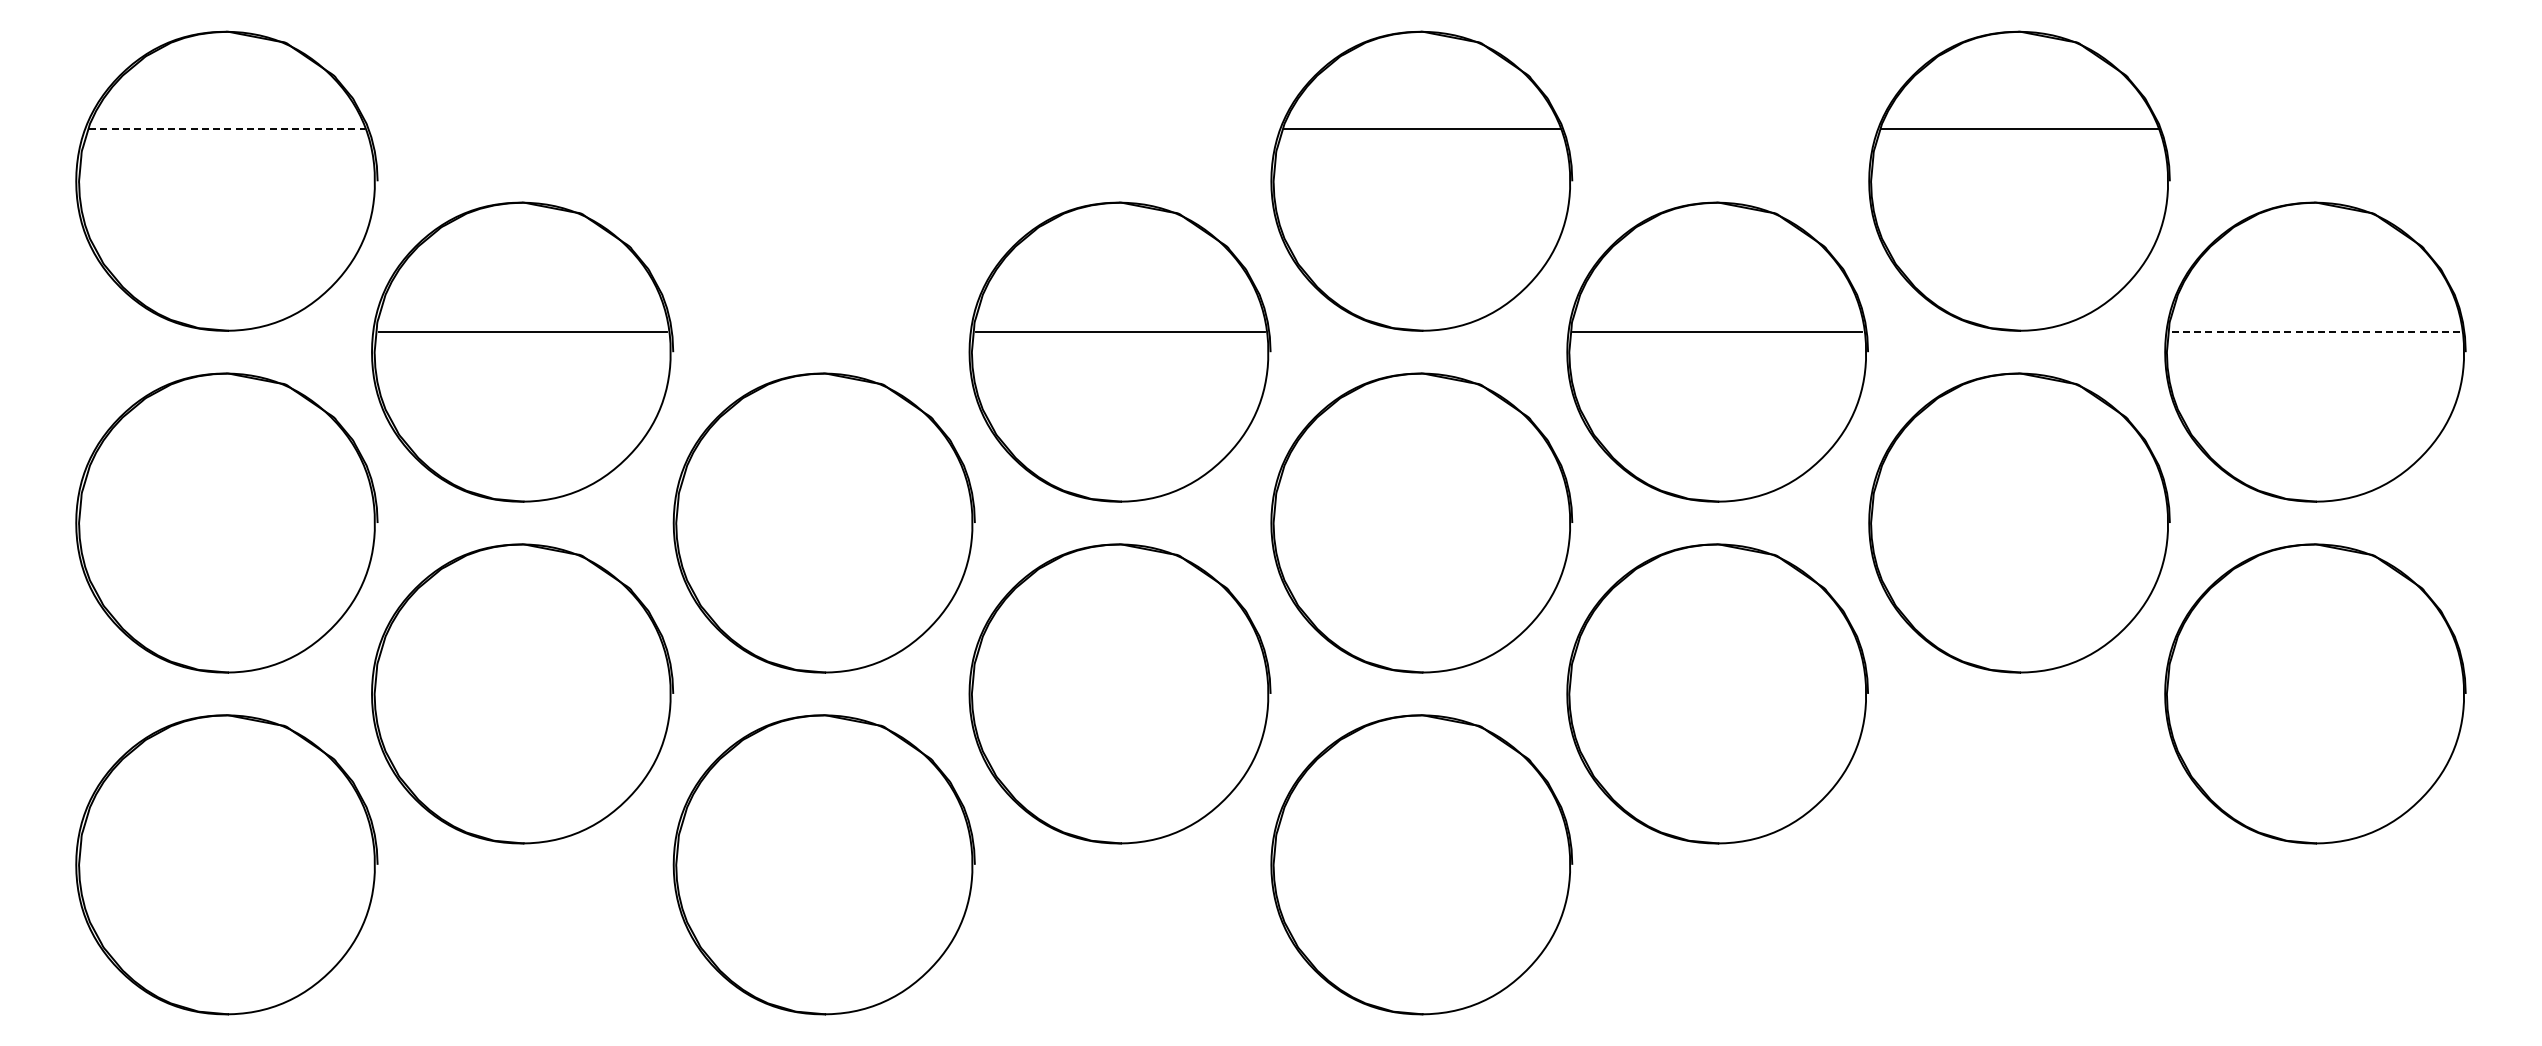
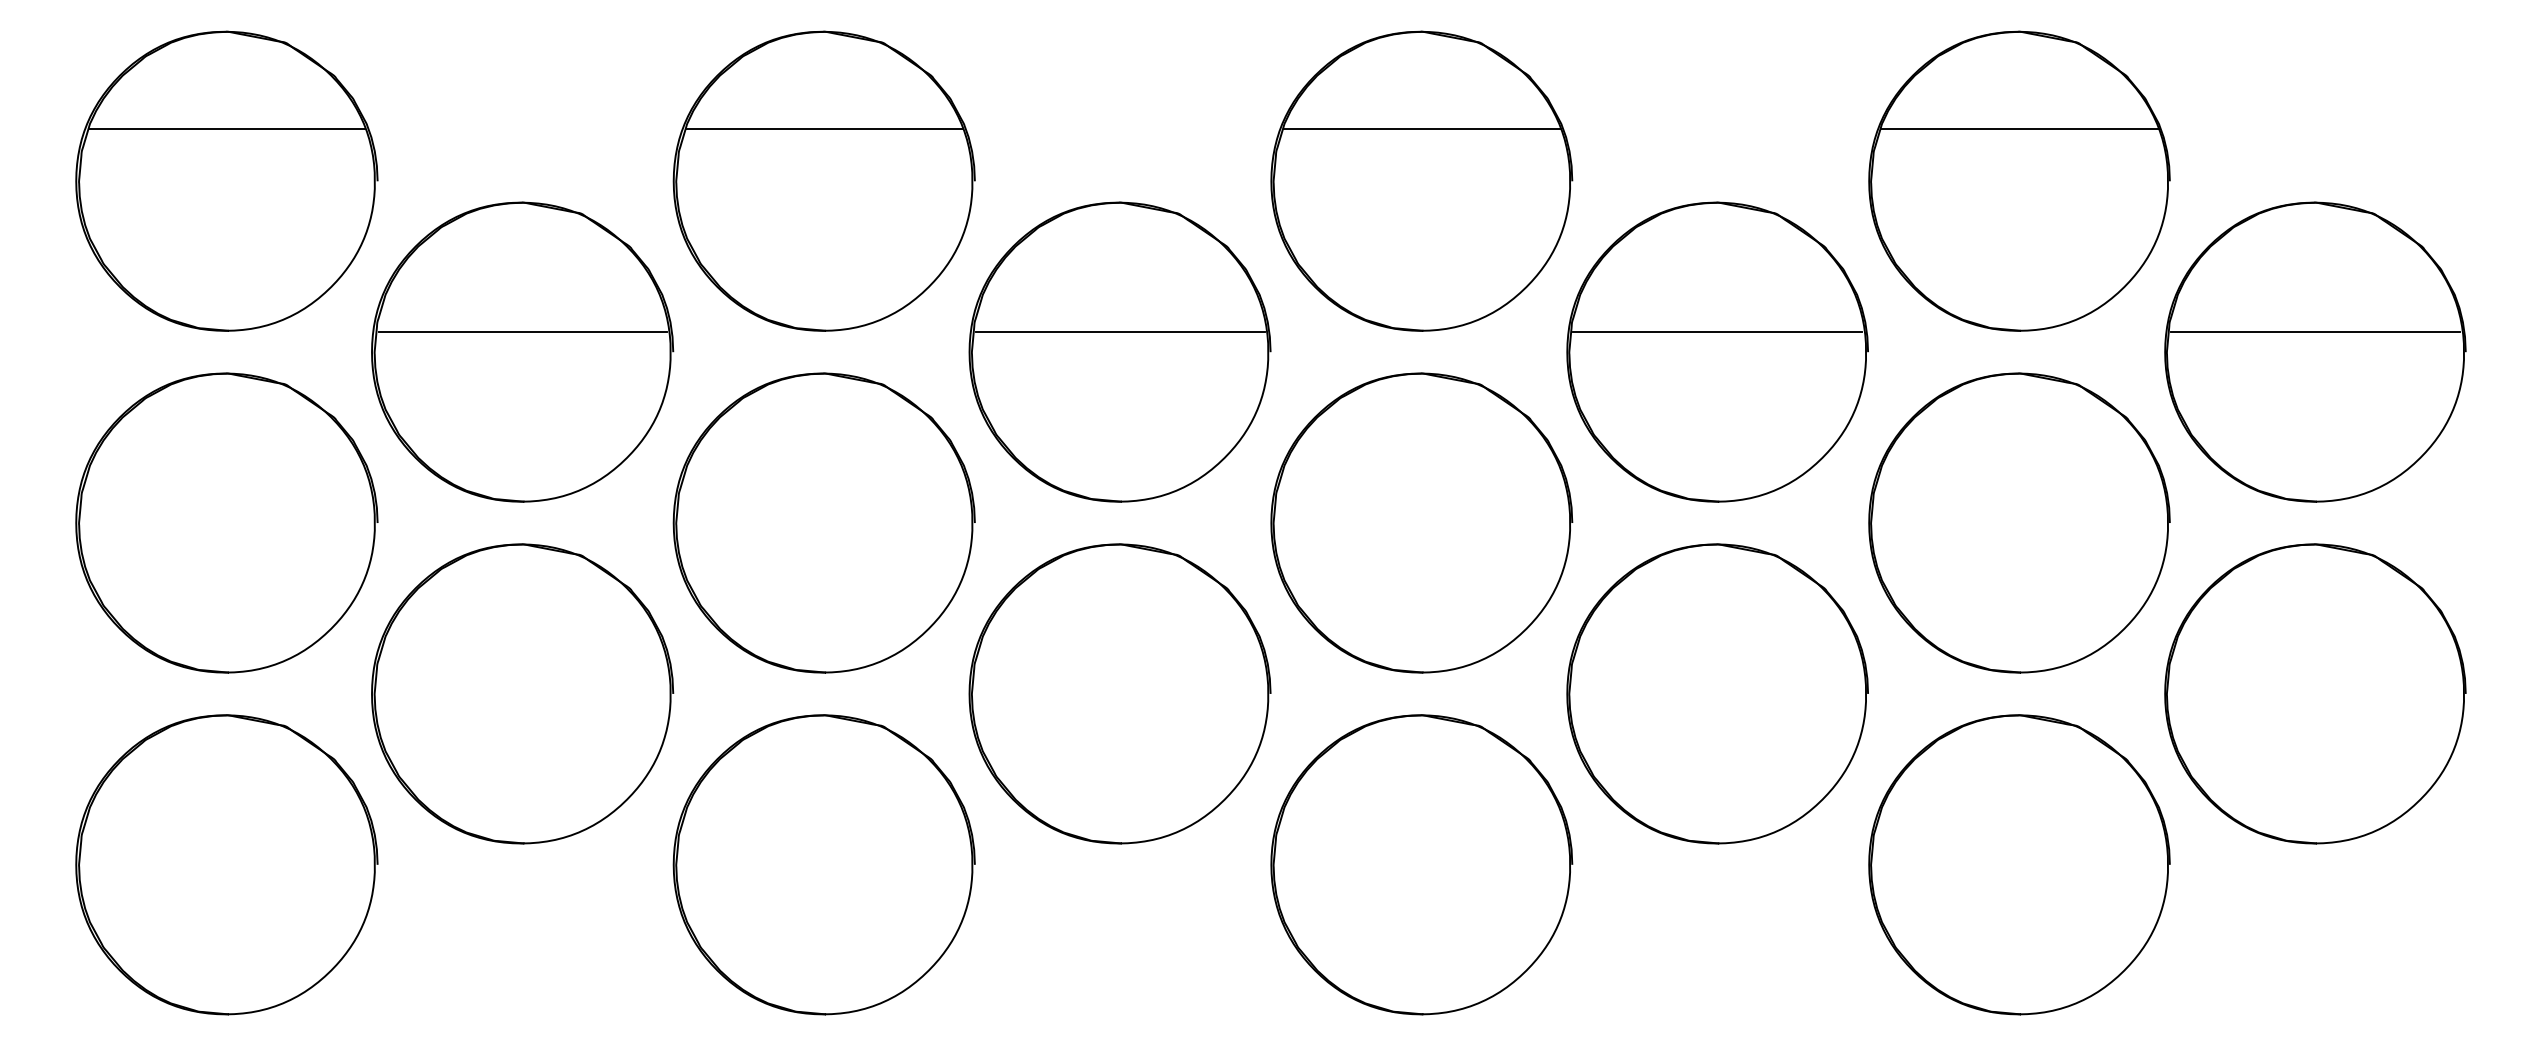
line at (227, 128): dashed -> solid
part at (823, 180): none -> present
line at (2315, 331): dashed -> solid
part at (2019, 864): none -> present
